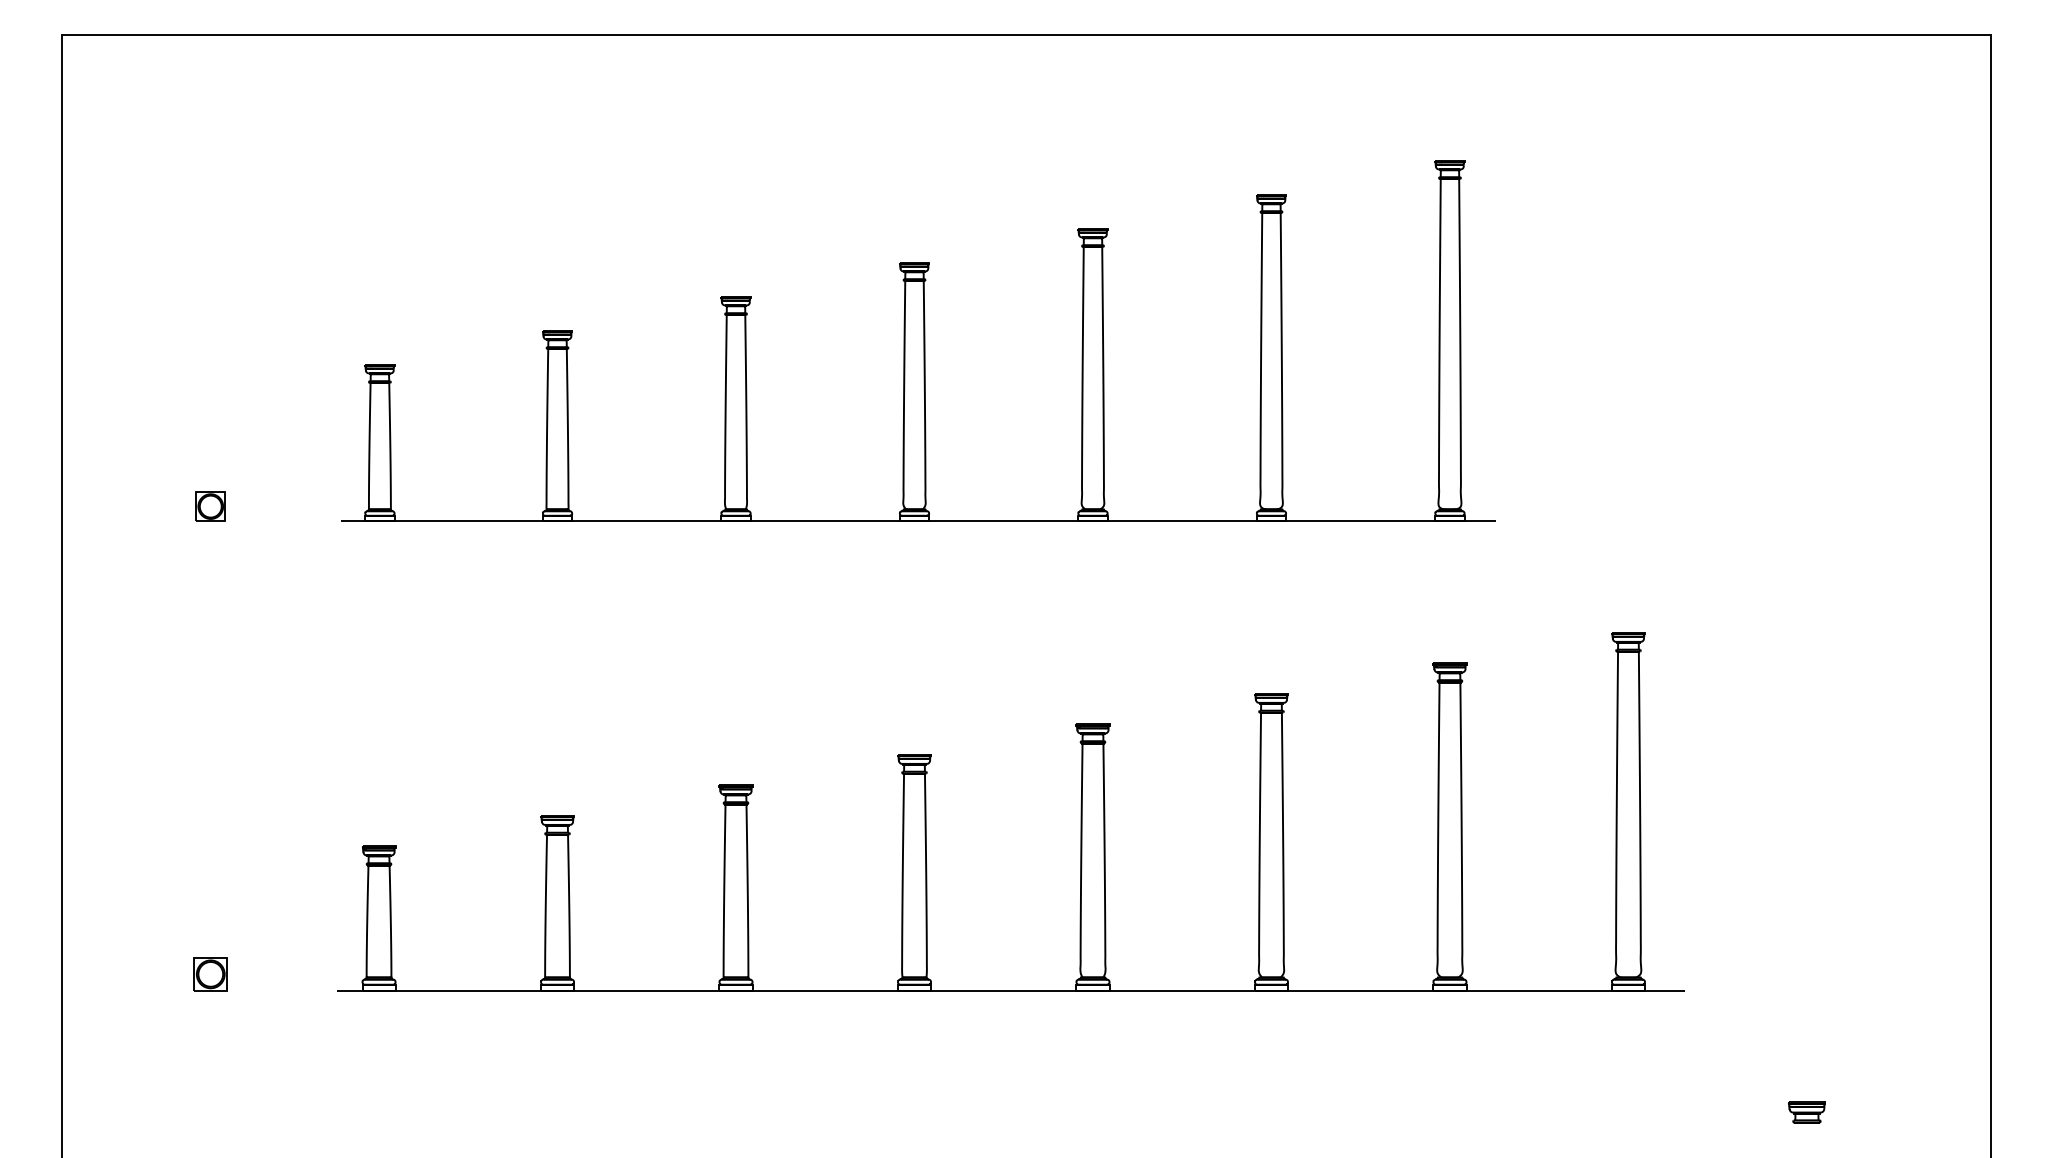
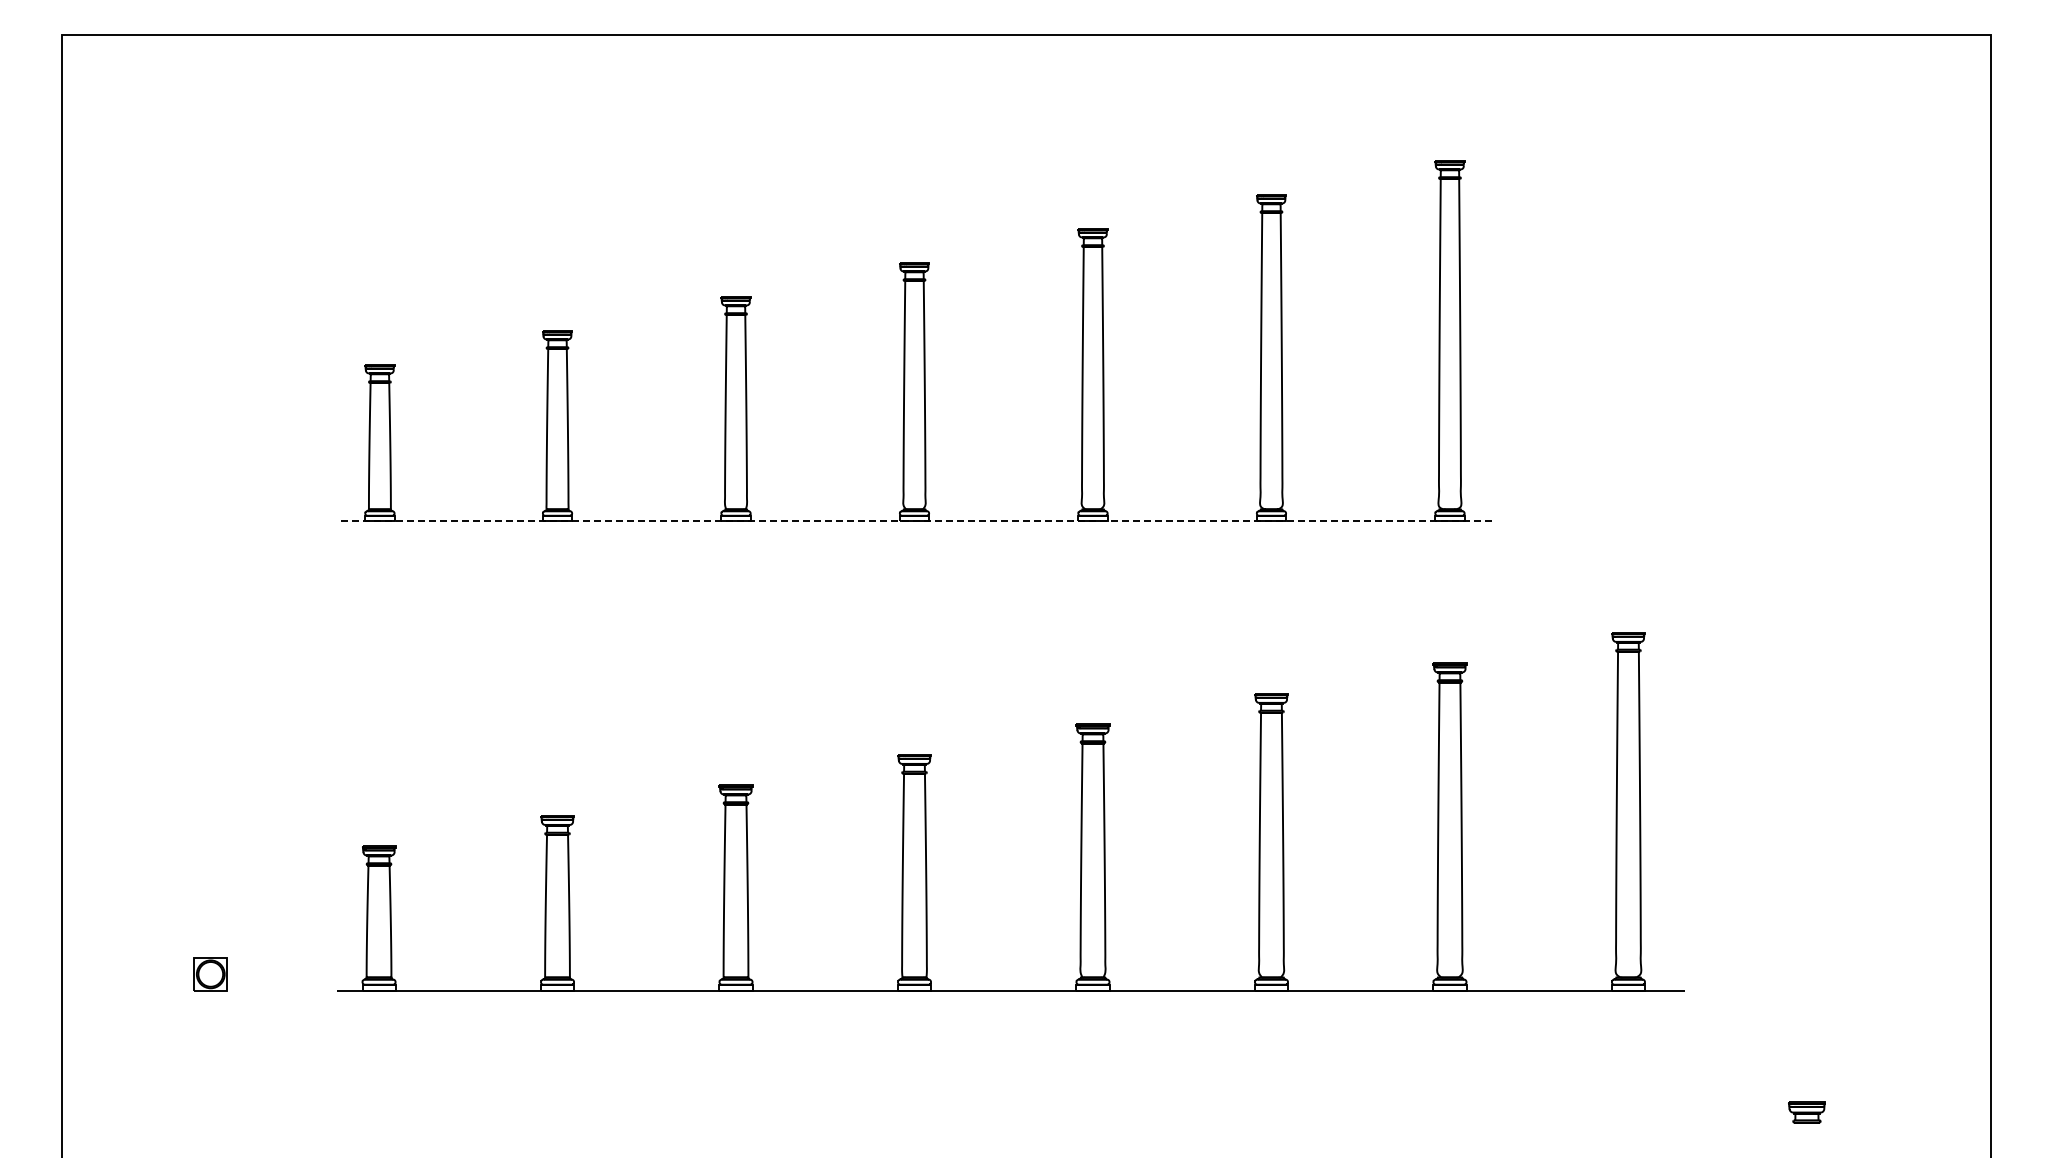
part at (210, 506): present -> none
line at (918, 521): solid -> dashed
